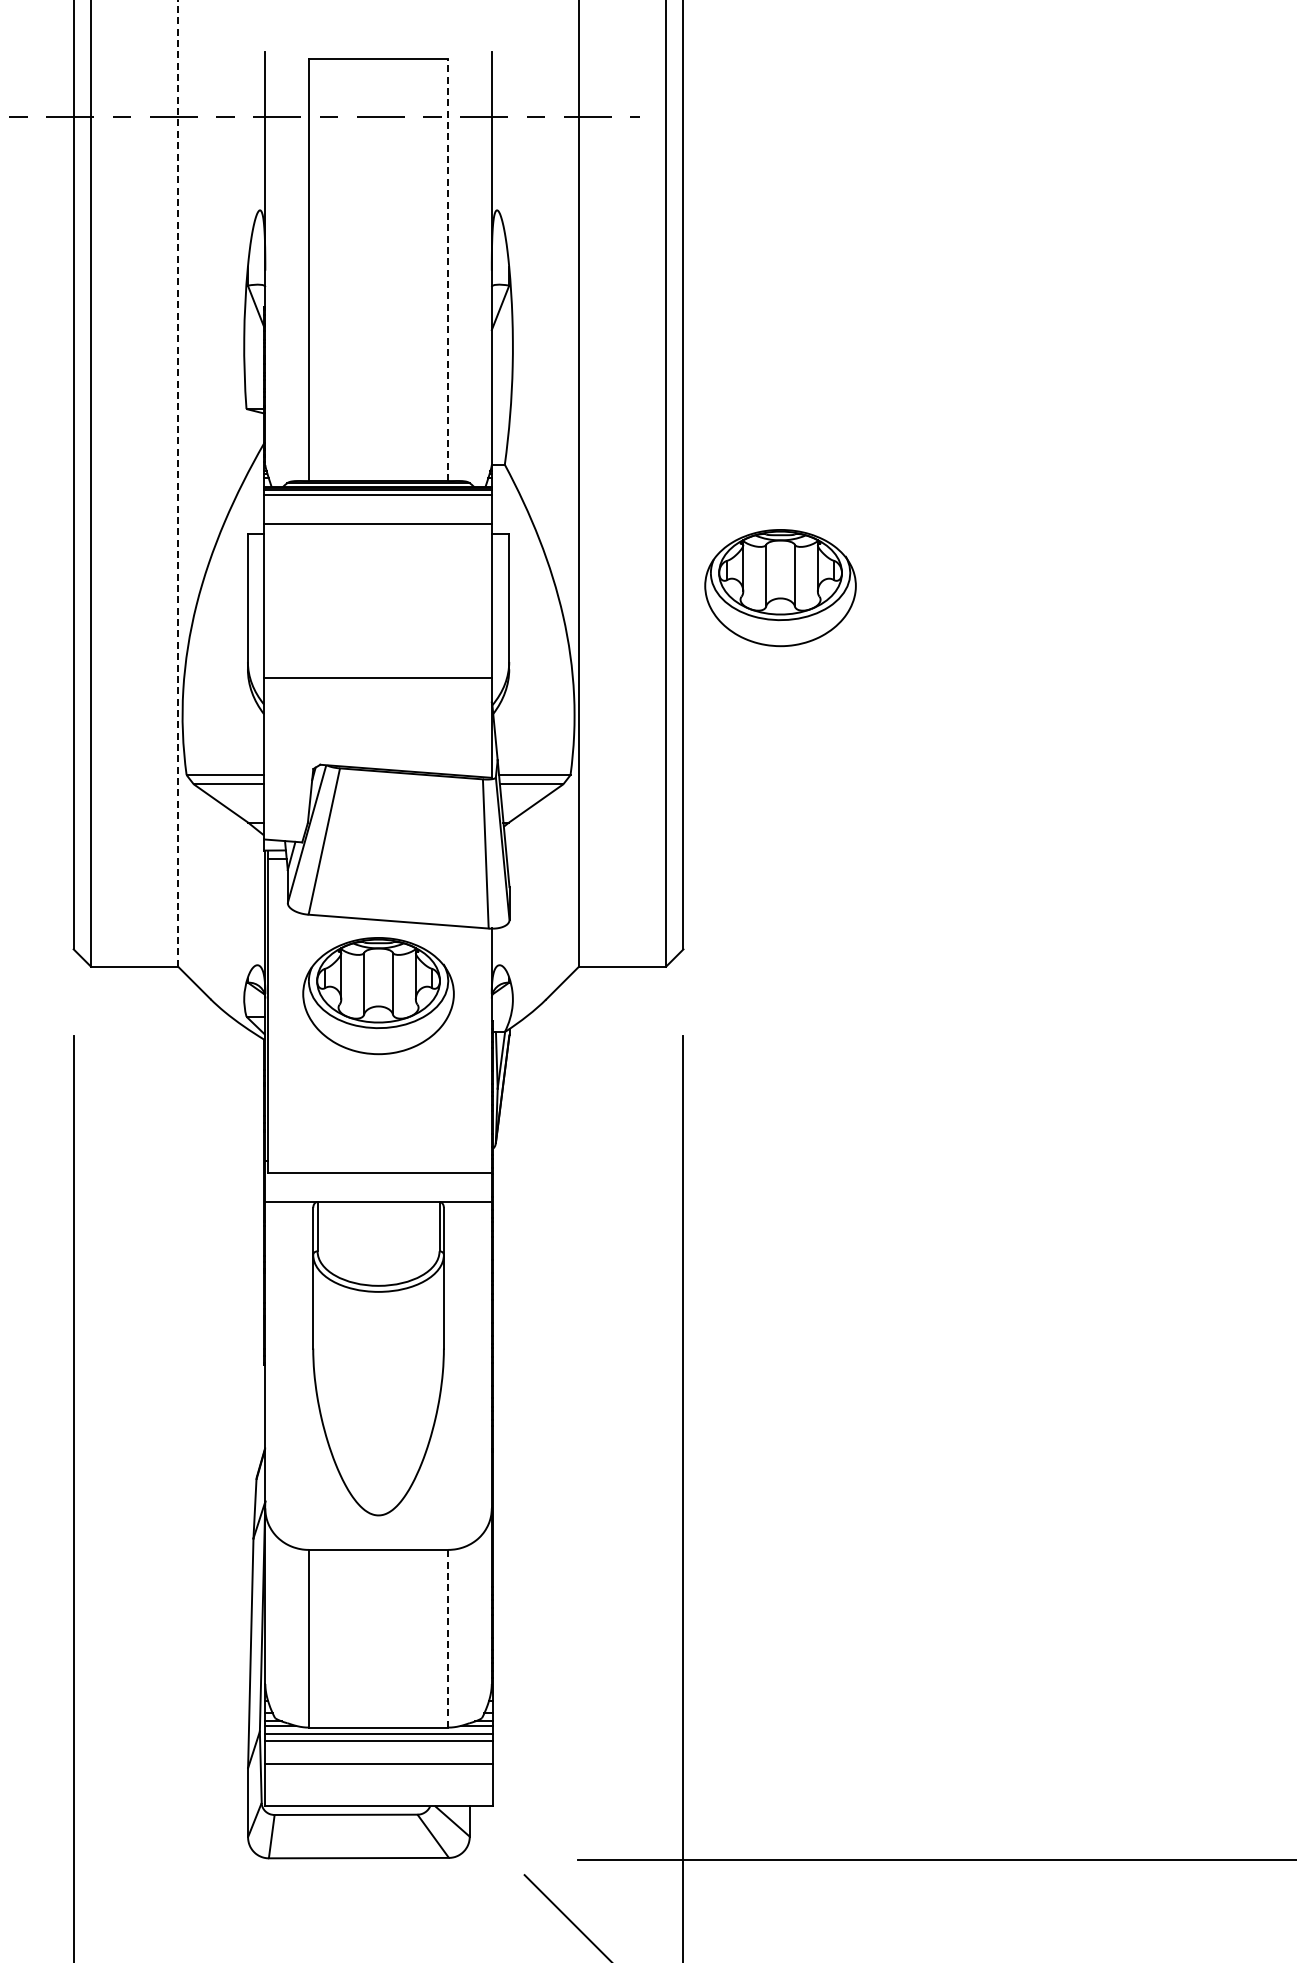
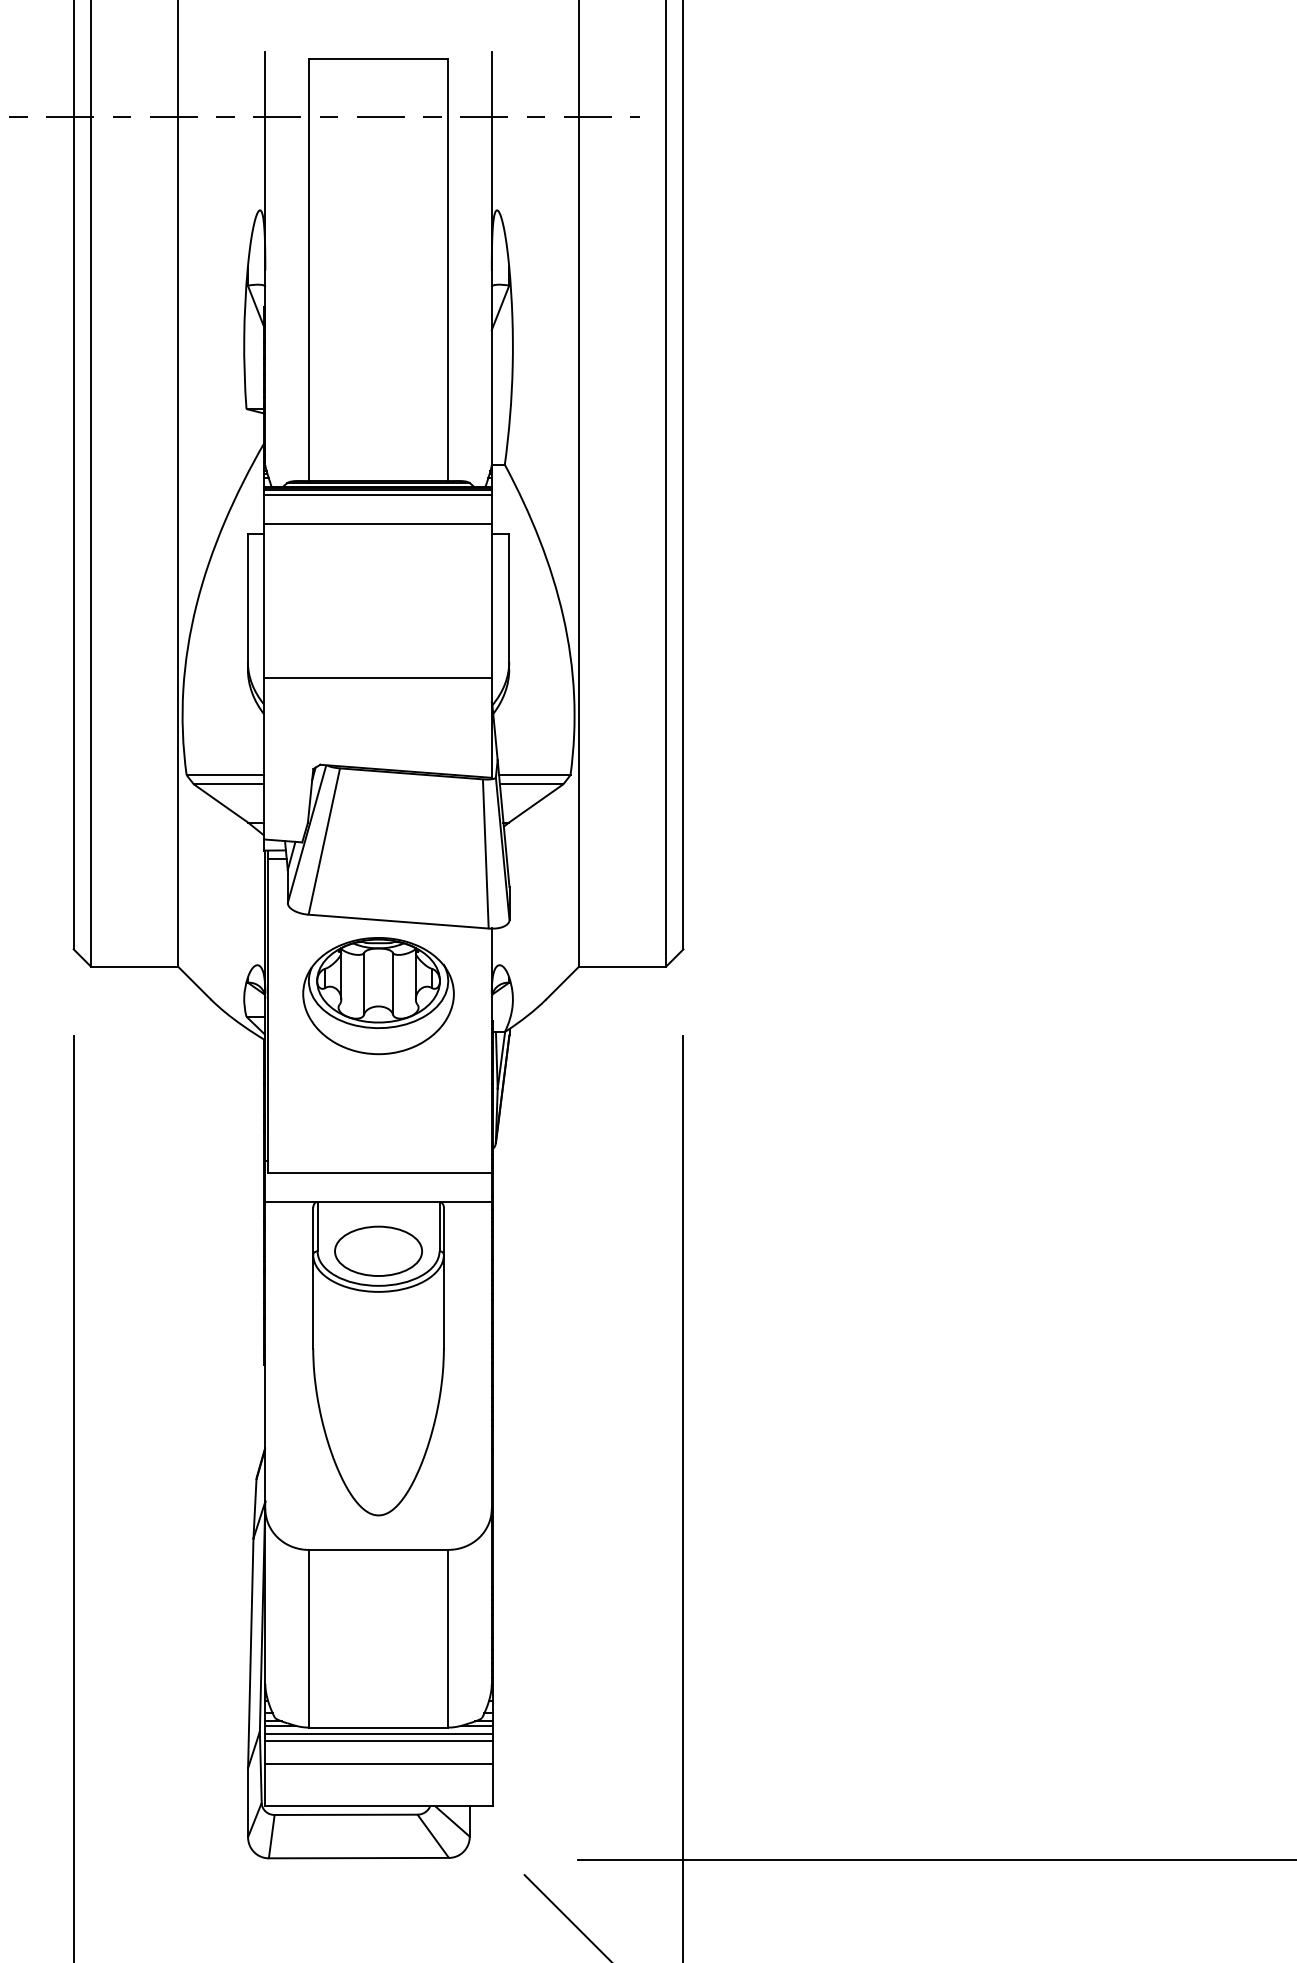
line at (448, 269): dashed -> solid
line at (178, 483): dashed -> solid
part at (780, 588): present -> none
part at (378, 1250): none -> present
line at (448, 1638): dashed -> solid
